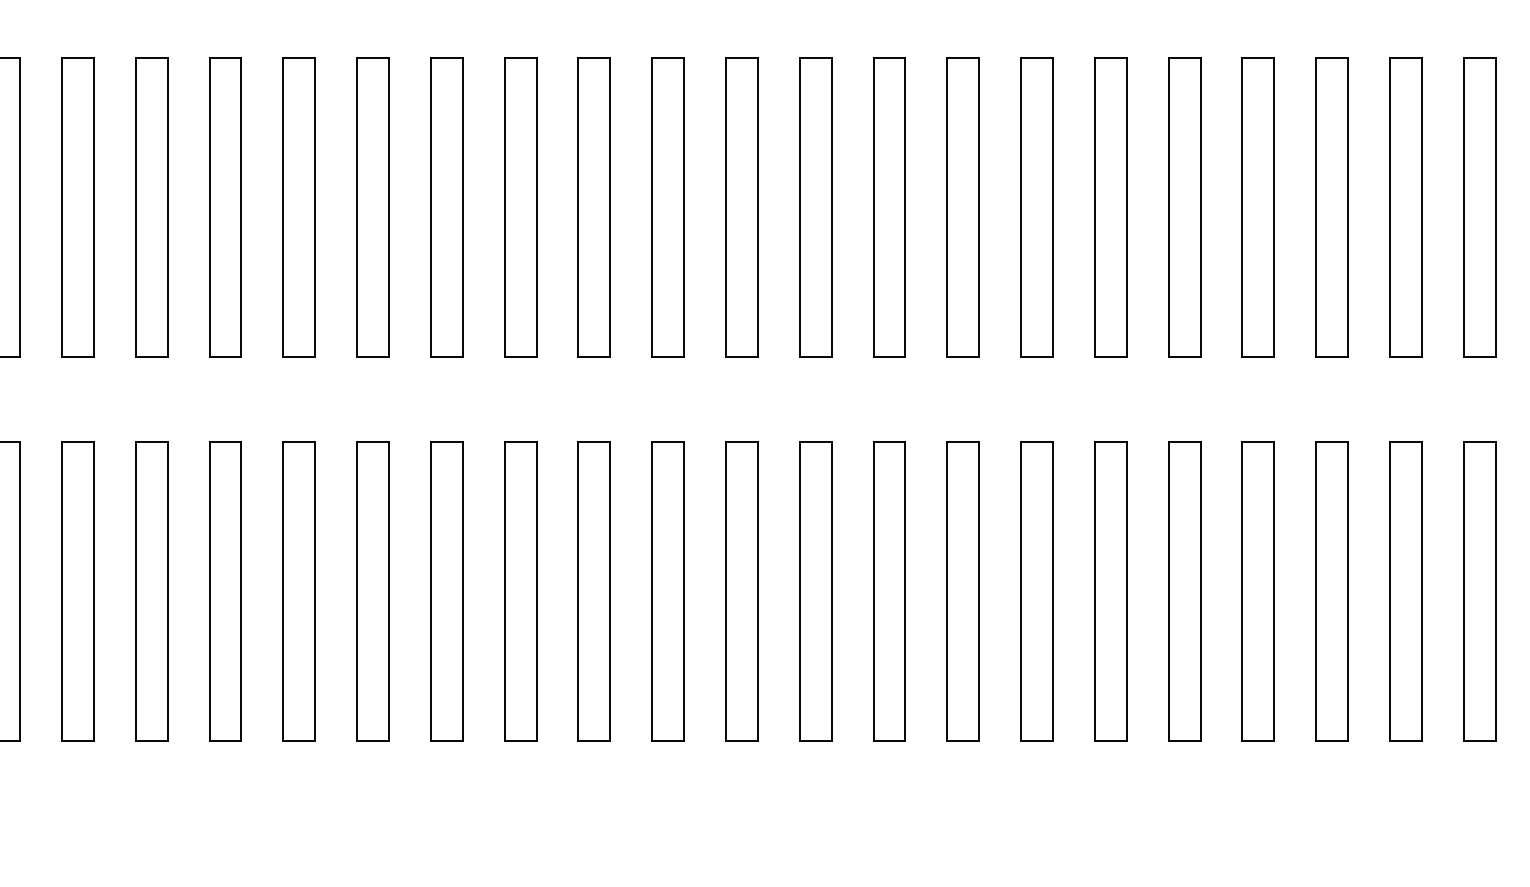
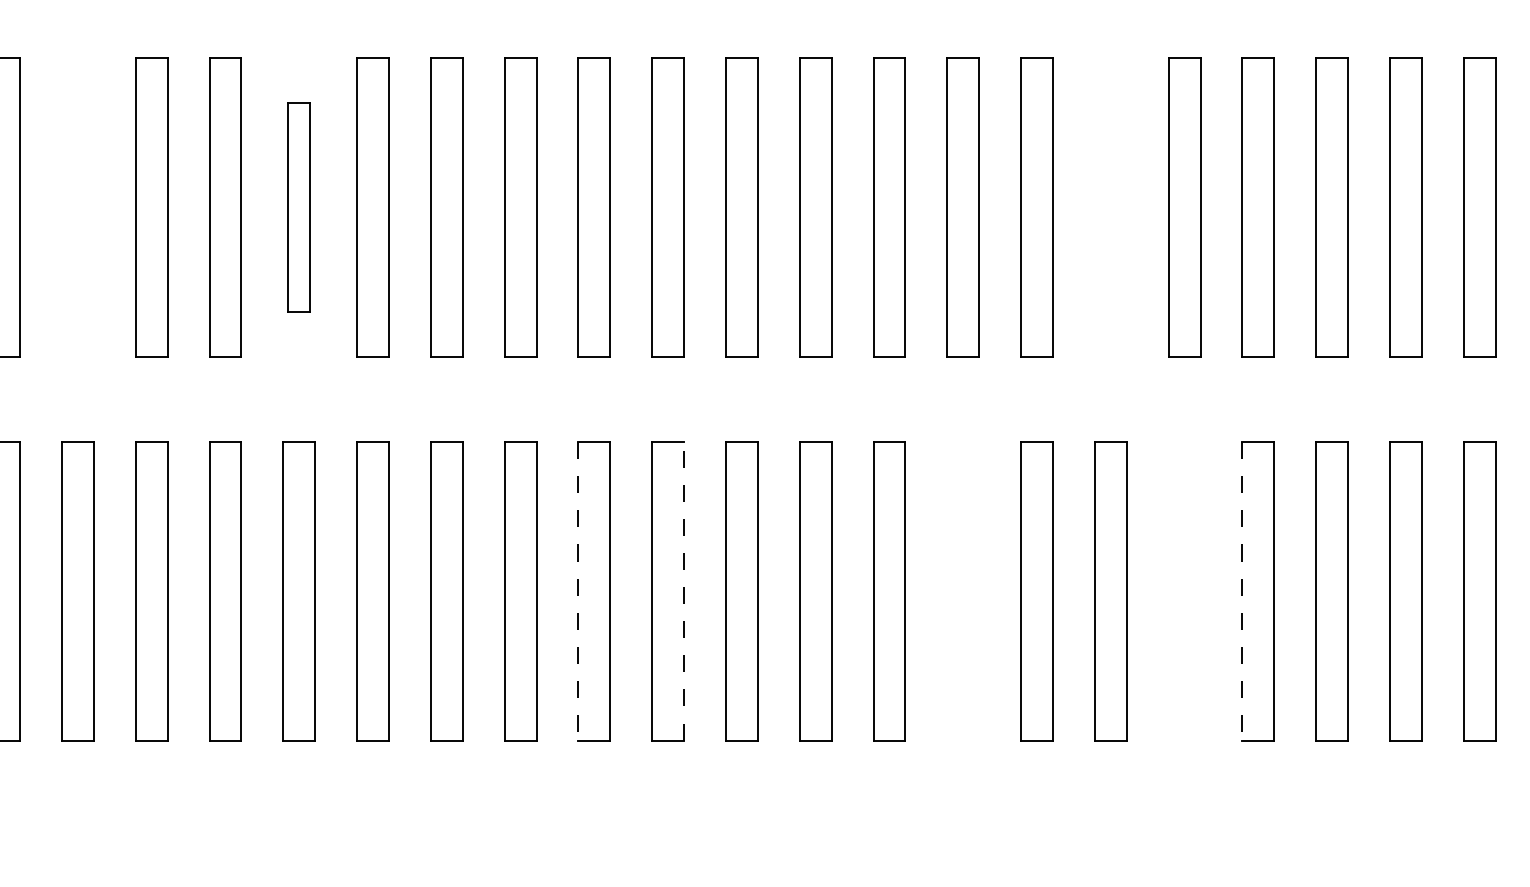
part at (77, 207): present -> none
part at (298, 207) size: 34x301 px -> 24x211 px
part at (1110, 207): present -> none
line at (684, 590): solid -> dashed
line at (578, 591): solid -> dashed
part at (962, 591): present -> none
part at (1184, 591): present -> none
line at (1242, 591): solid -> dashed
